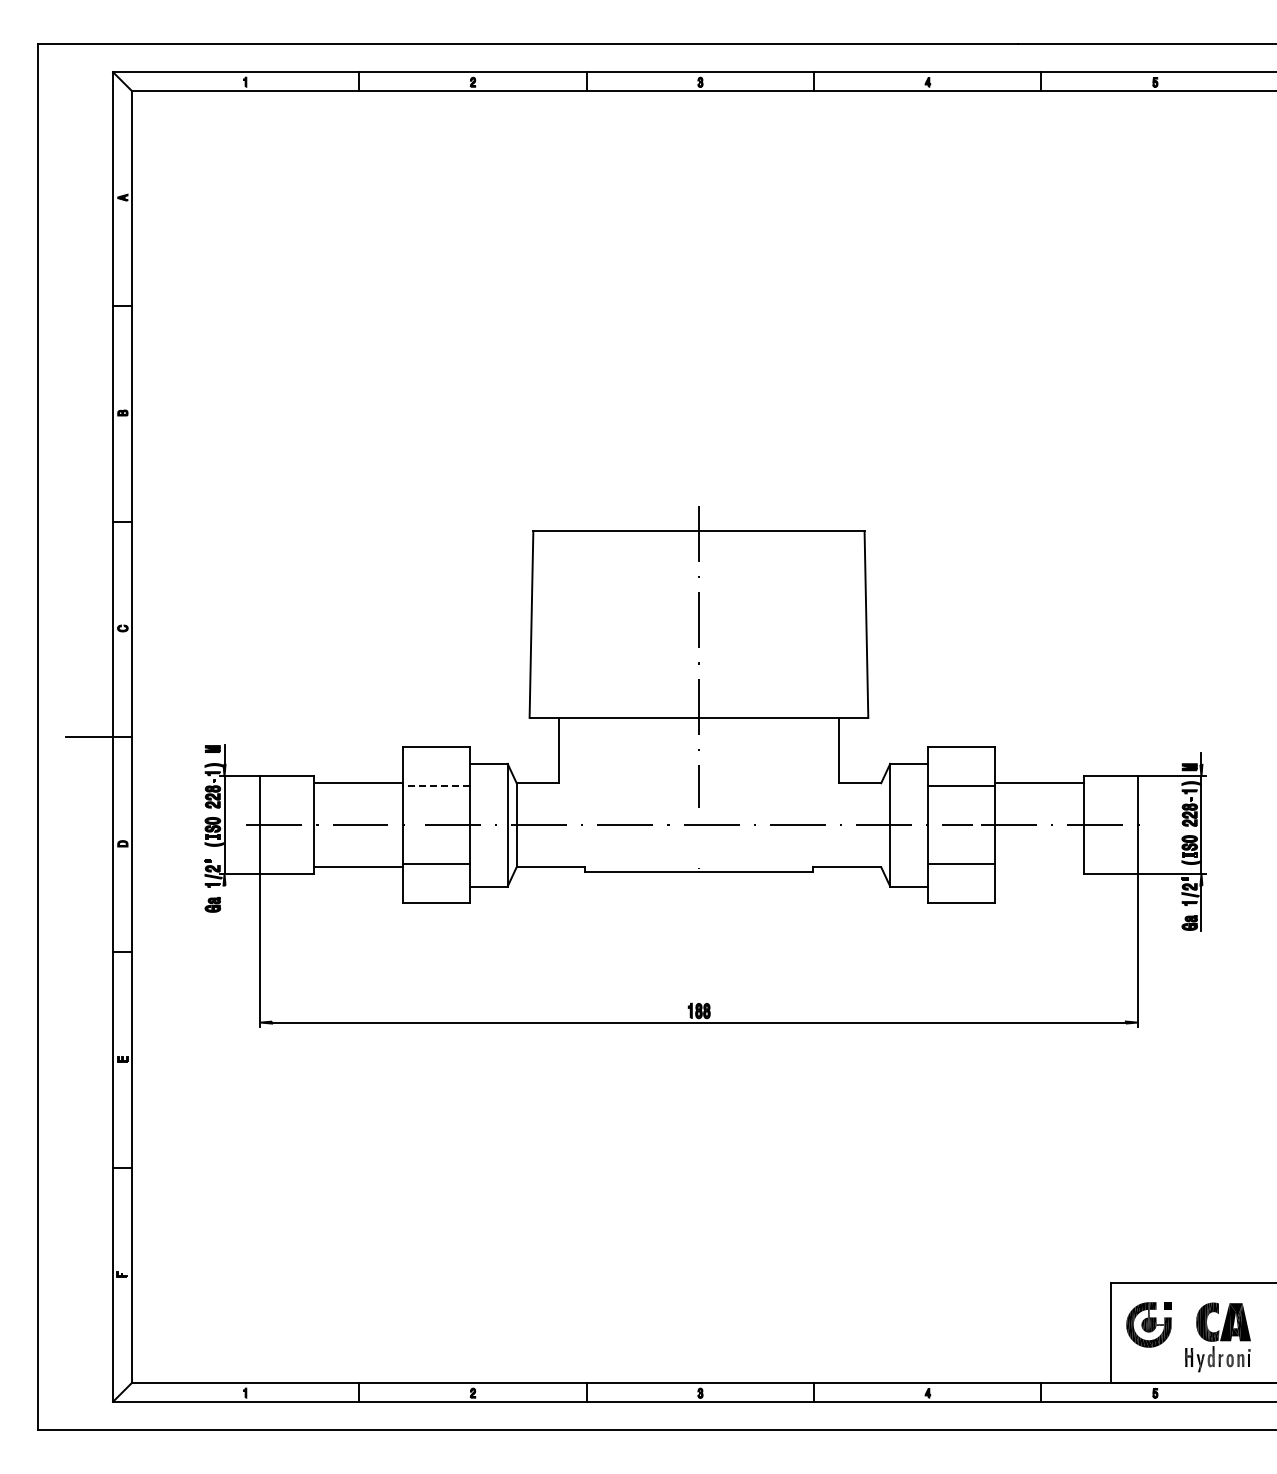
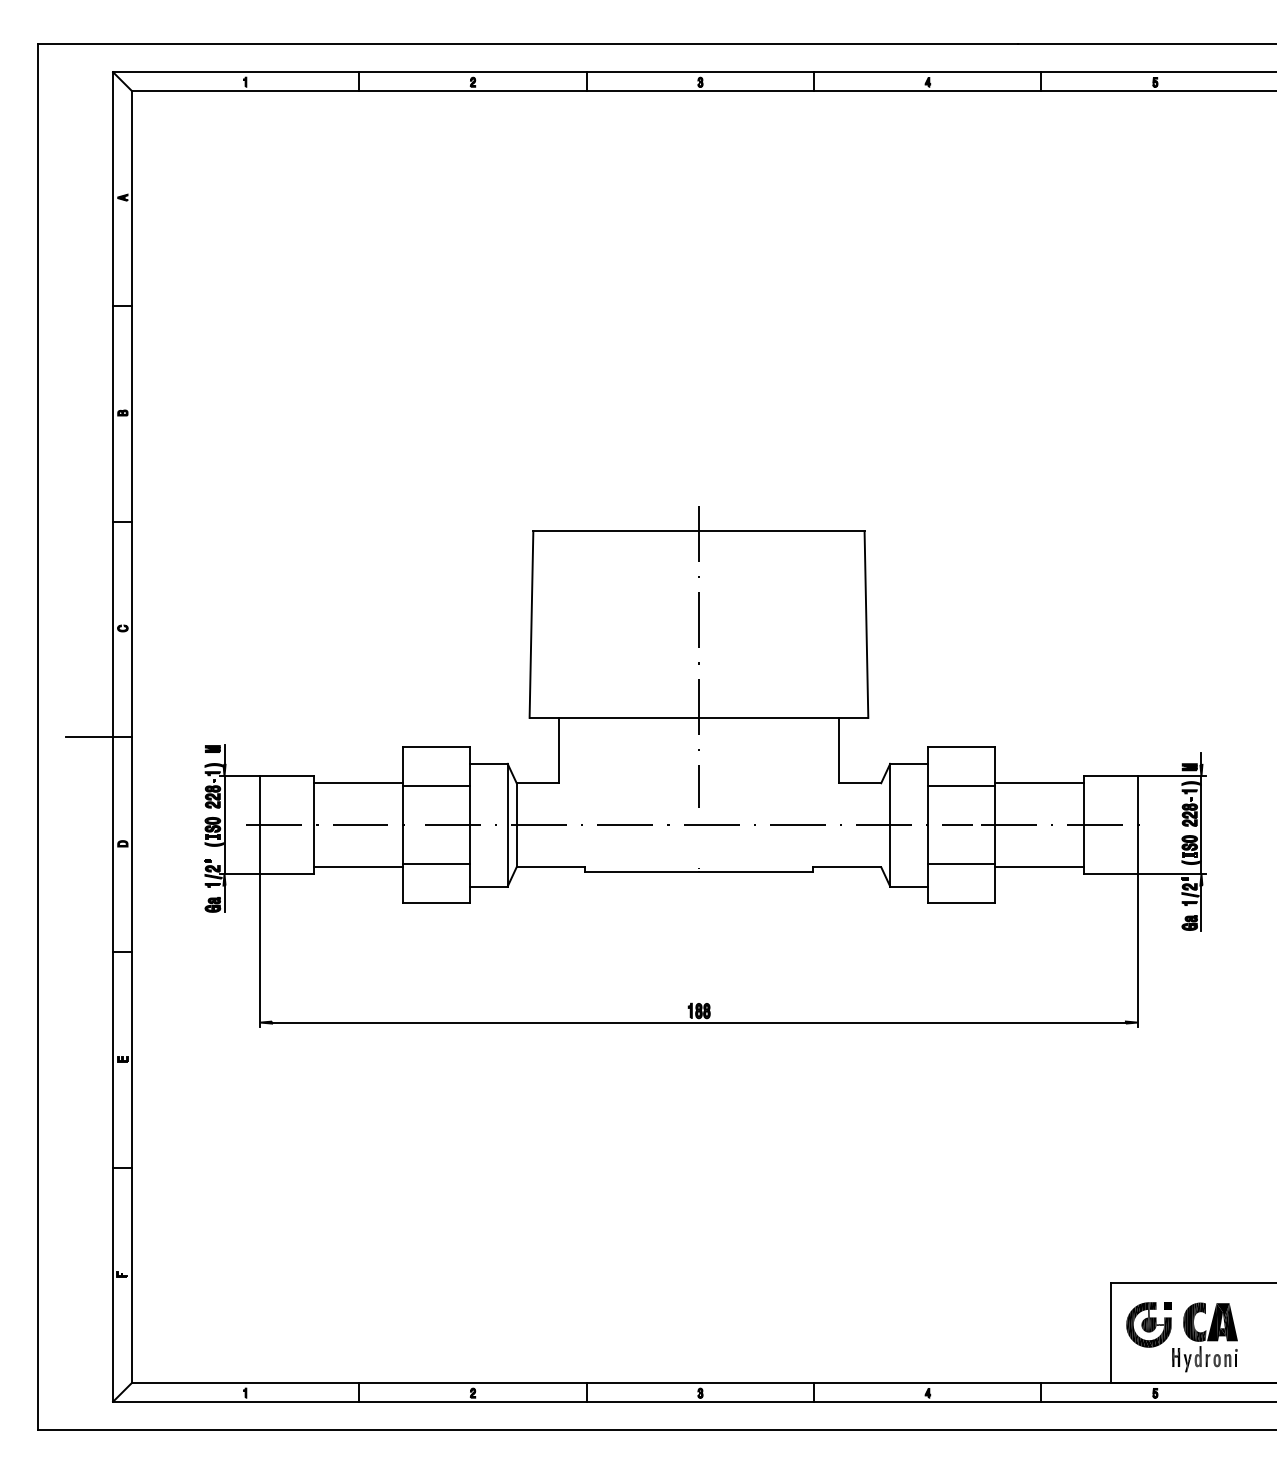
line at (436, 786): dashed -> solid
line at (1039, 867): none -> present
line at (224, 898): none -> present
part at (1217, 1337) position: (1217, 1337) -> (1204, 1337)
